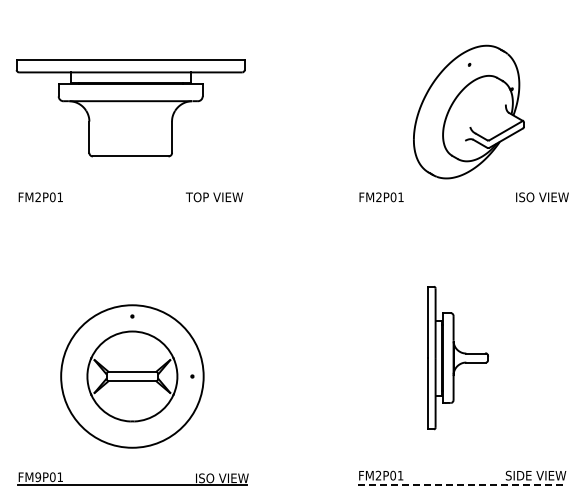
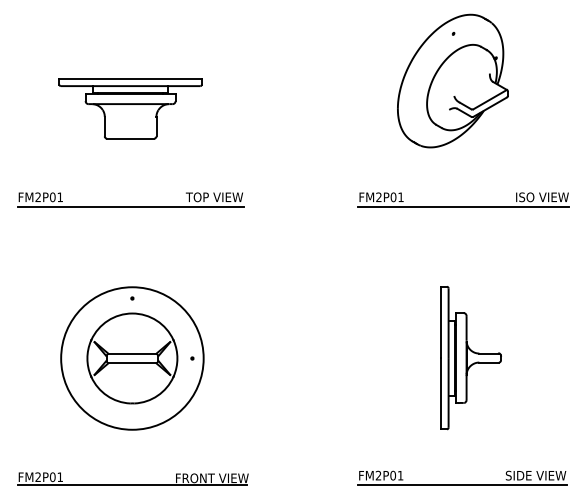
part at (130, 108) size: 231x99 px -> 145x62 px
part at (468, 111) position: (468, 111) -> (452, 80)
line at (130, 206): none -> present
line at (463, 206): none -> present
part at (457, 358) position: (457, 358) -> (470, 358)
part at (132, 376) position: (132, 376) -> (132, 358)
text at (38, 477): FM9P01 -> FM2P01
text at (195, 478): ISO VIEW -> FRONT VIEW
line at (462, 485): dashed -> solid
